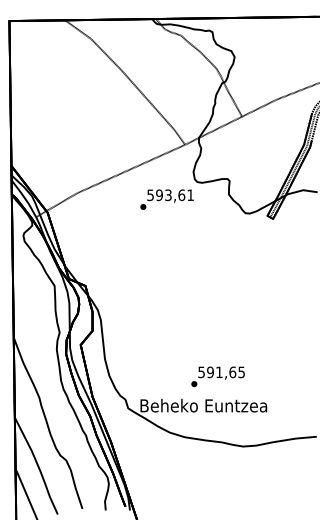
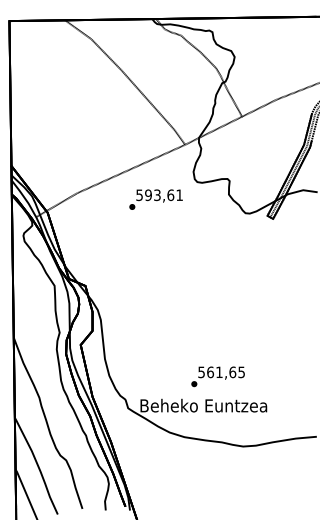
text at (166, 199) position: (166, 199) -> (155, 199)
text at (210, 372): 591,65 -> 561,65
